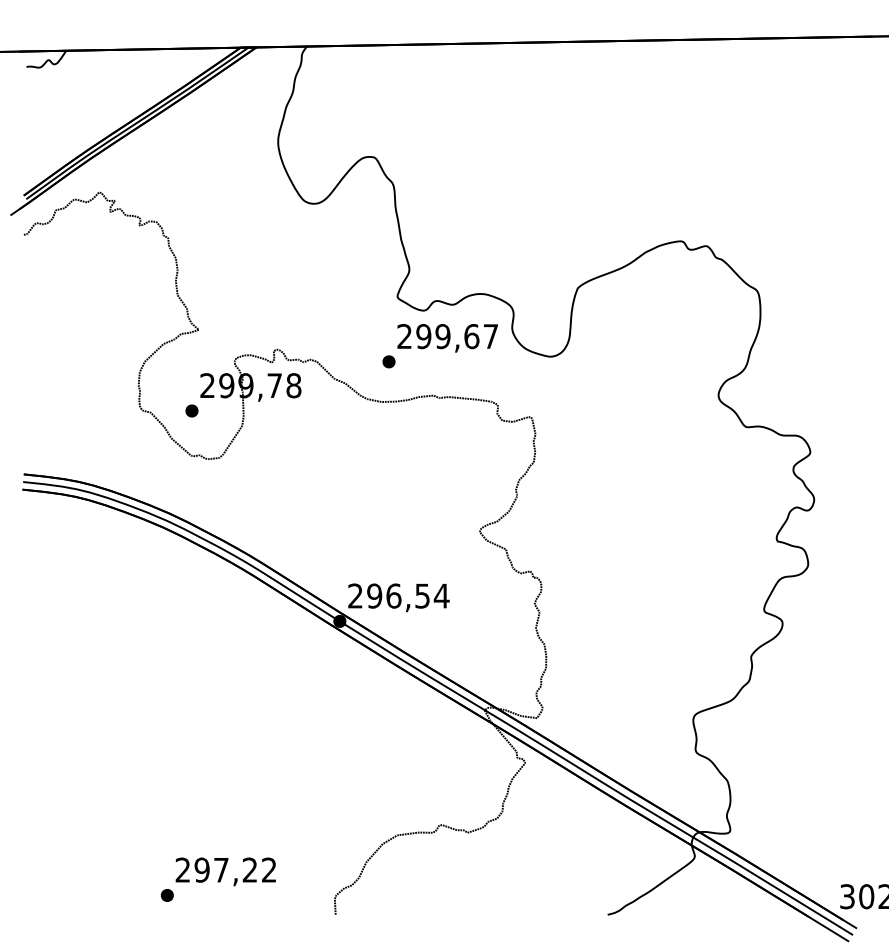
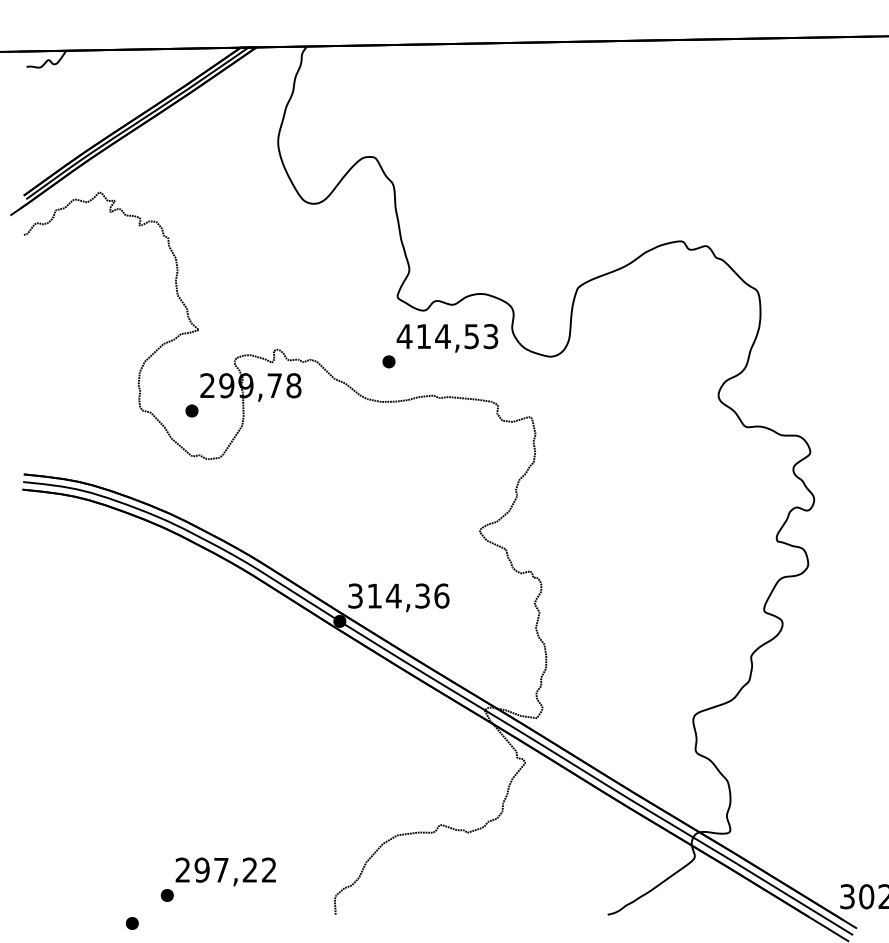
text at (447, 336): 299,67 -> 414,53
text at (398, 595): 296,54 -> 314,36
part at (131, 923): none -> present
